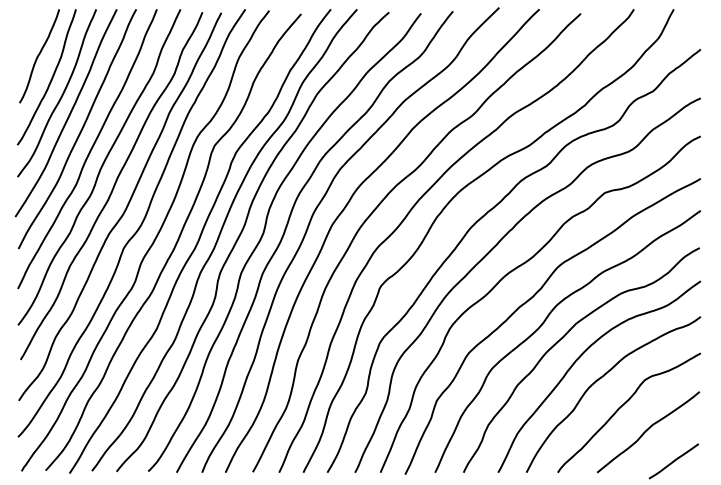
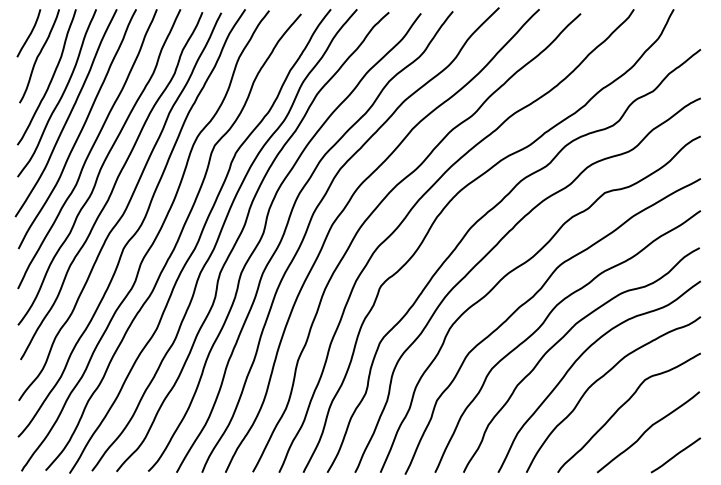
curve at (29, 33): none -> present
line at (673, 461) position: (673, 461) -> (675, 455)
